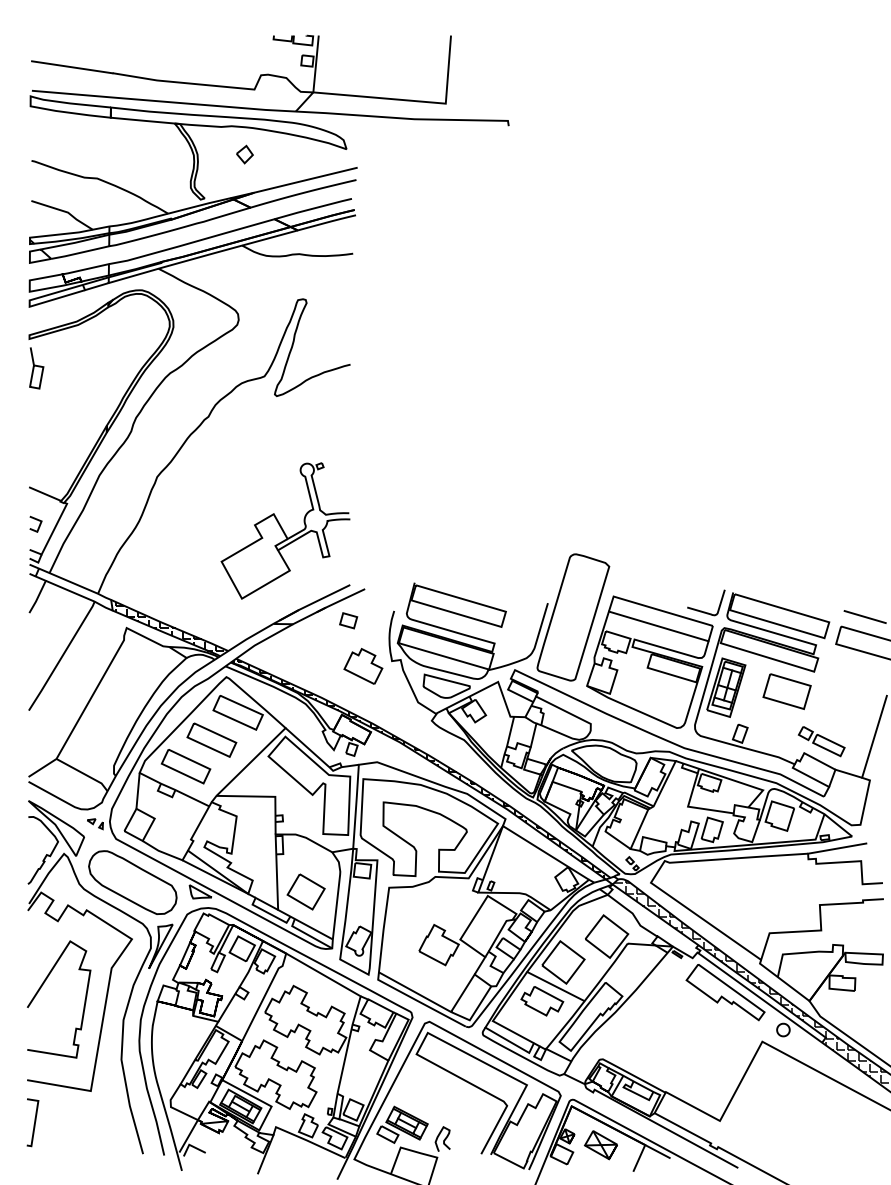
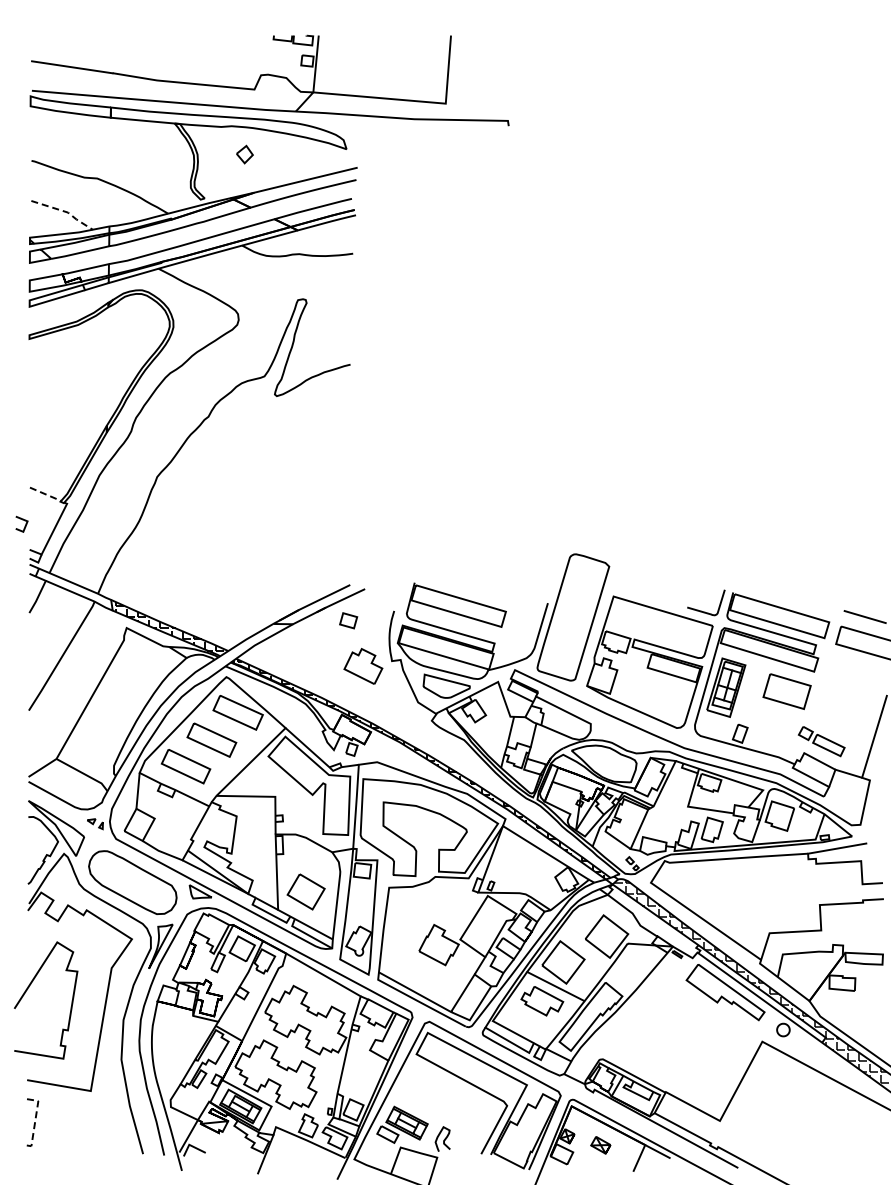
line at (65, 211): solid -> dashed
curve at (36, 366): present -> none
line at (45, 494): solid -> dashed
line at (36, 520) position: (36, 520) -> (22, 520)
part at (285, 530): present -> none
line at (658, 626): present -> none
curve at (42, 986) position: (42, 986) -> (29, 987)
line at (35, 1120): solid -> dashed
part at (600, 1145) size: 35x31 px -> 22x19 px
